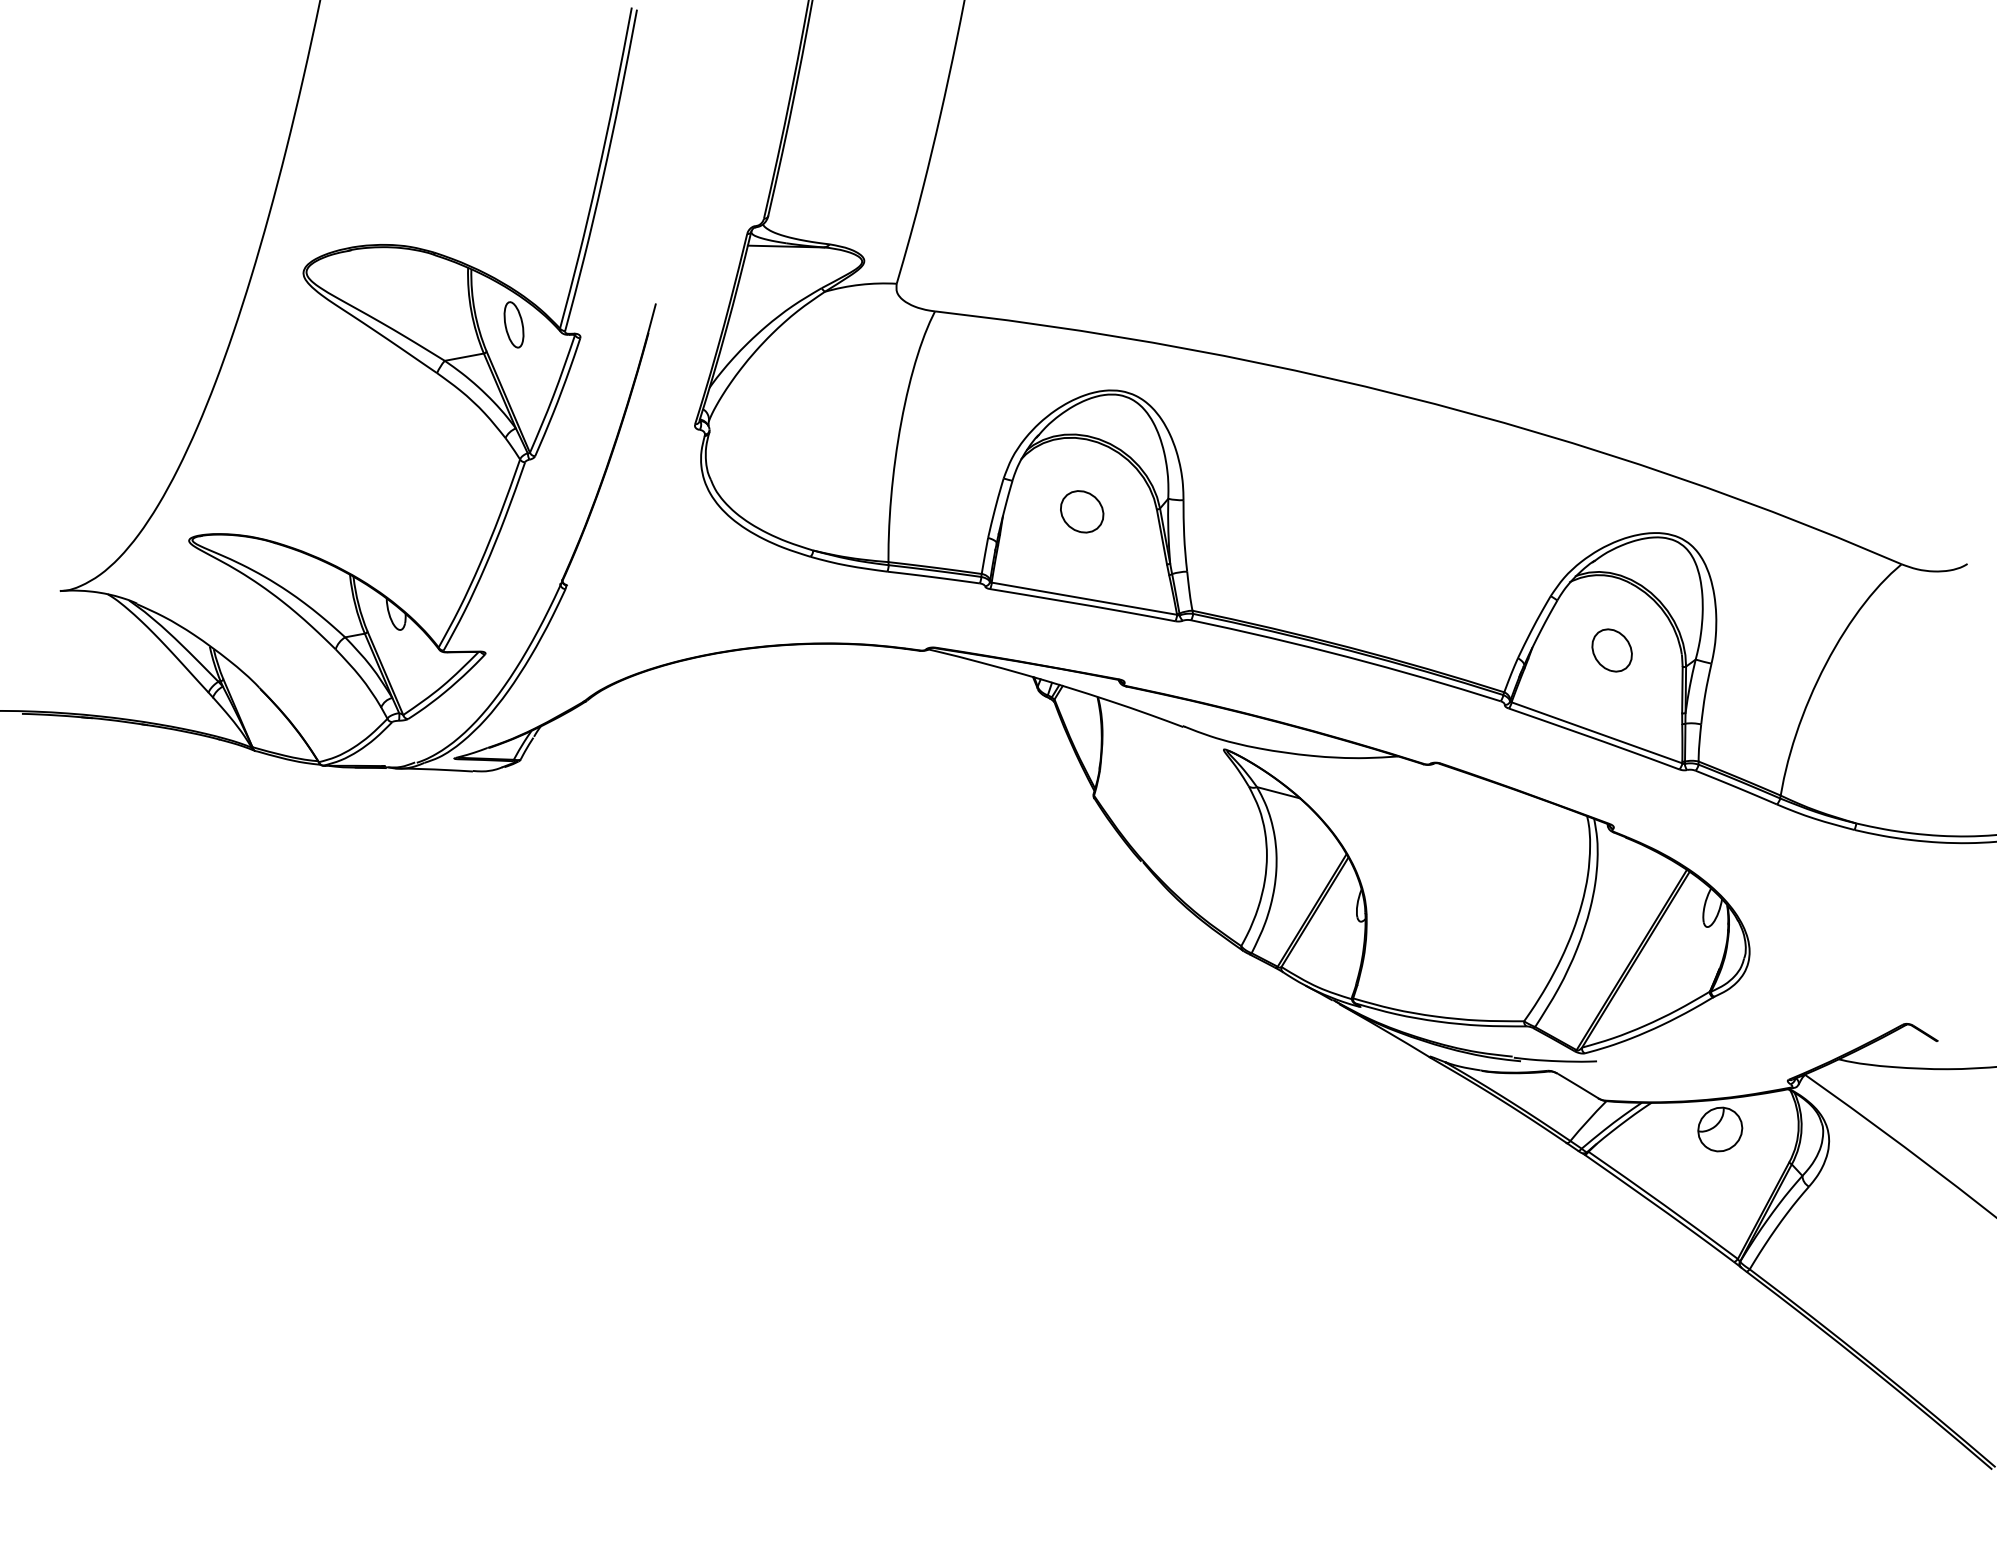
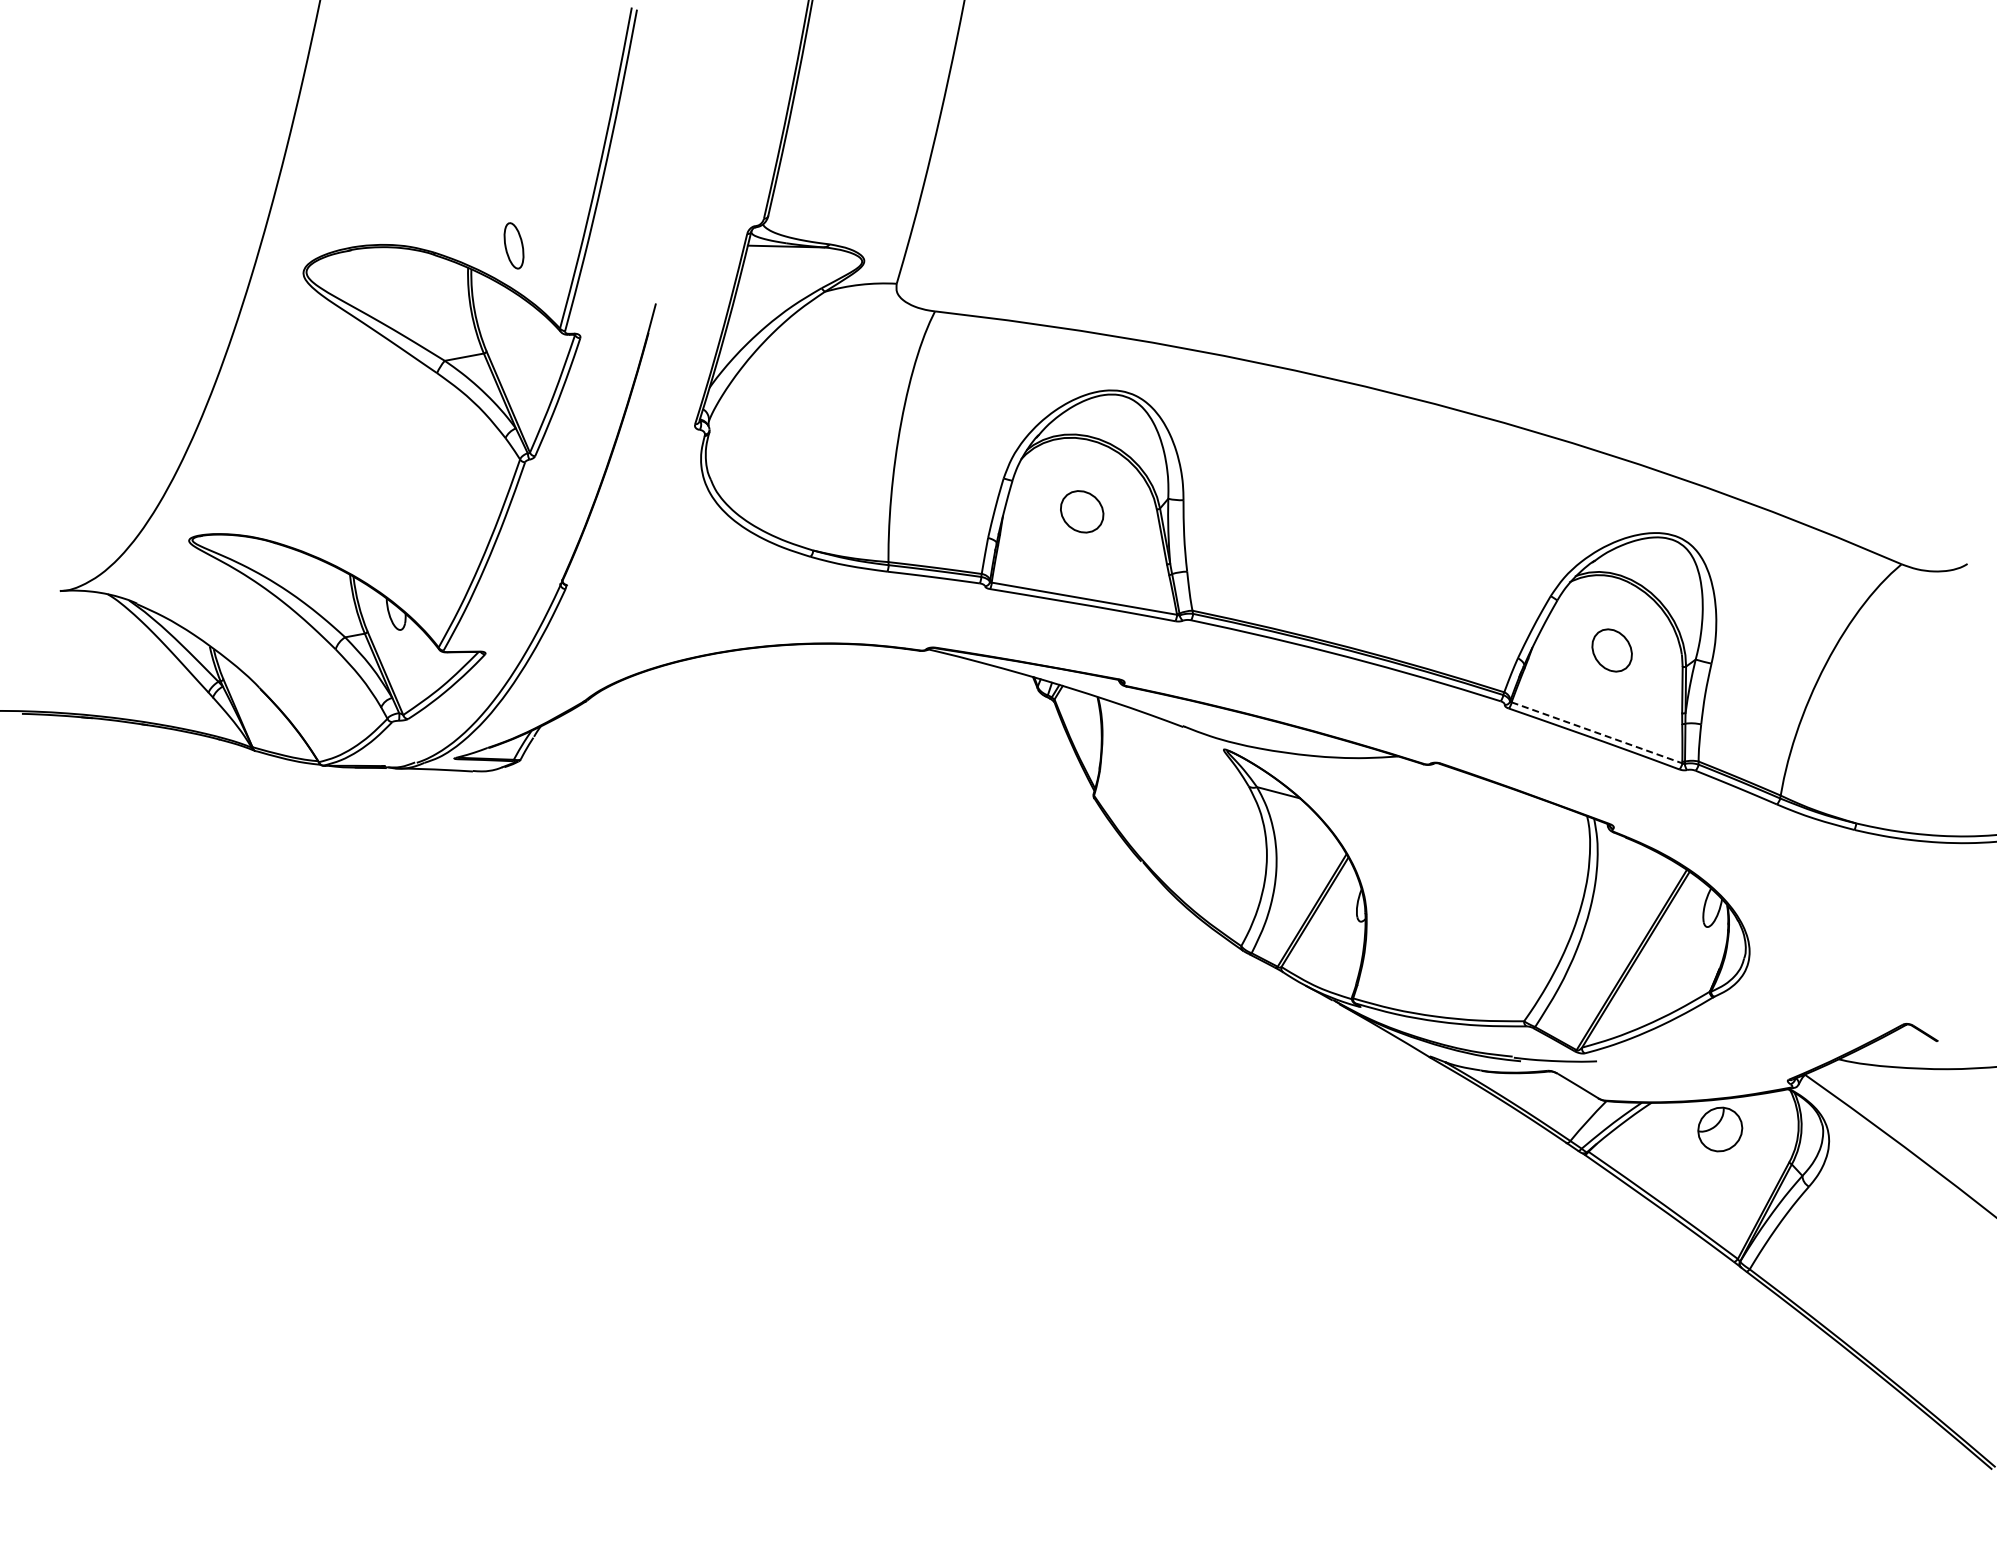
part at (513, 324) position: (513, 324) -> (513, 245)
line at (1596, 732): solid -> dashed
